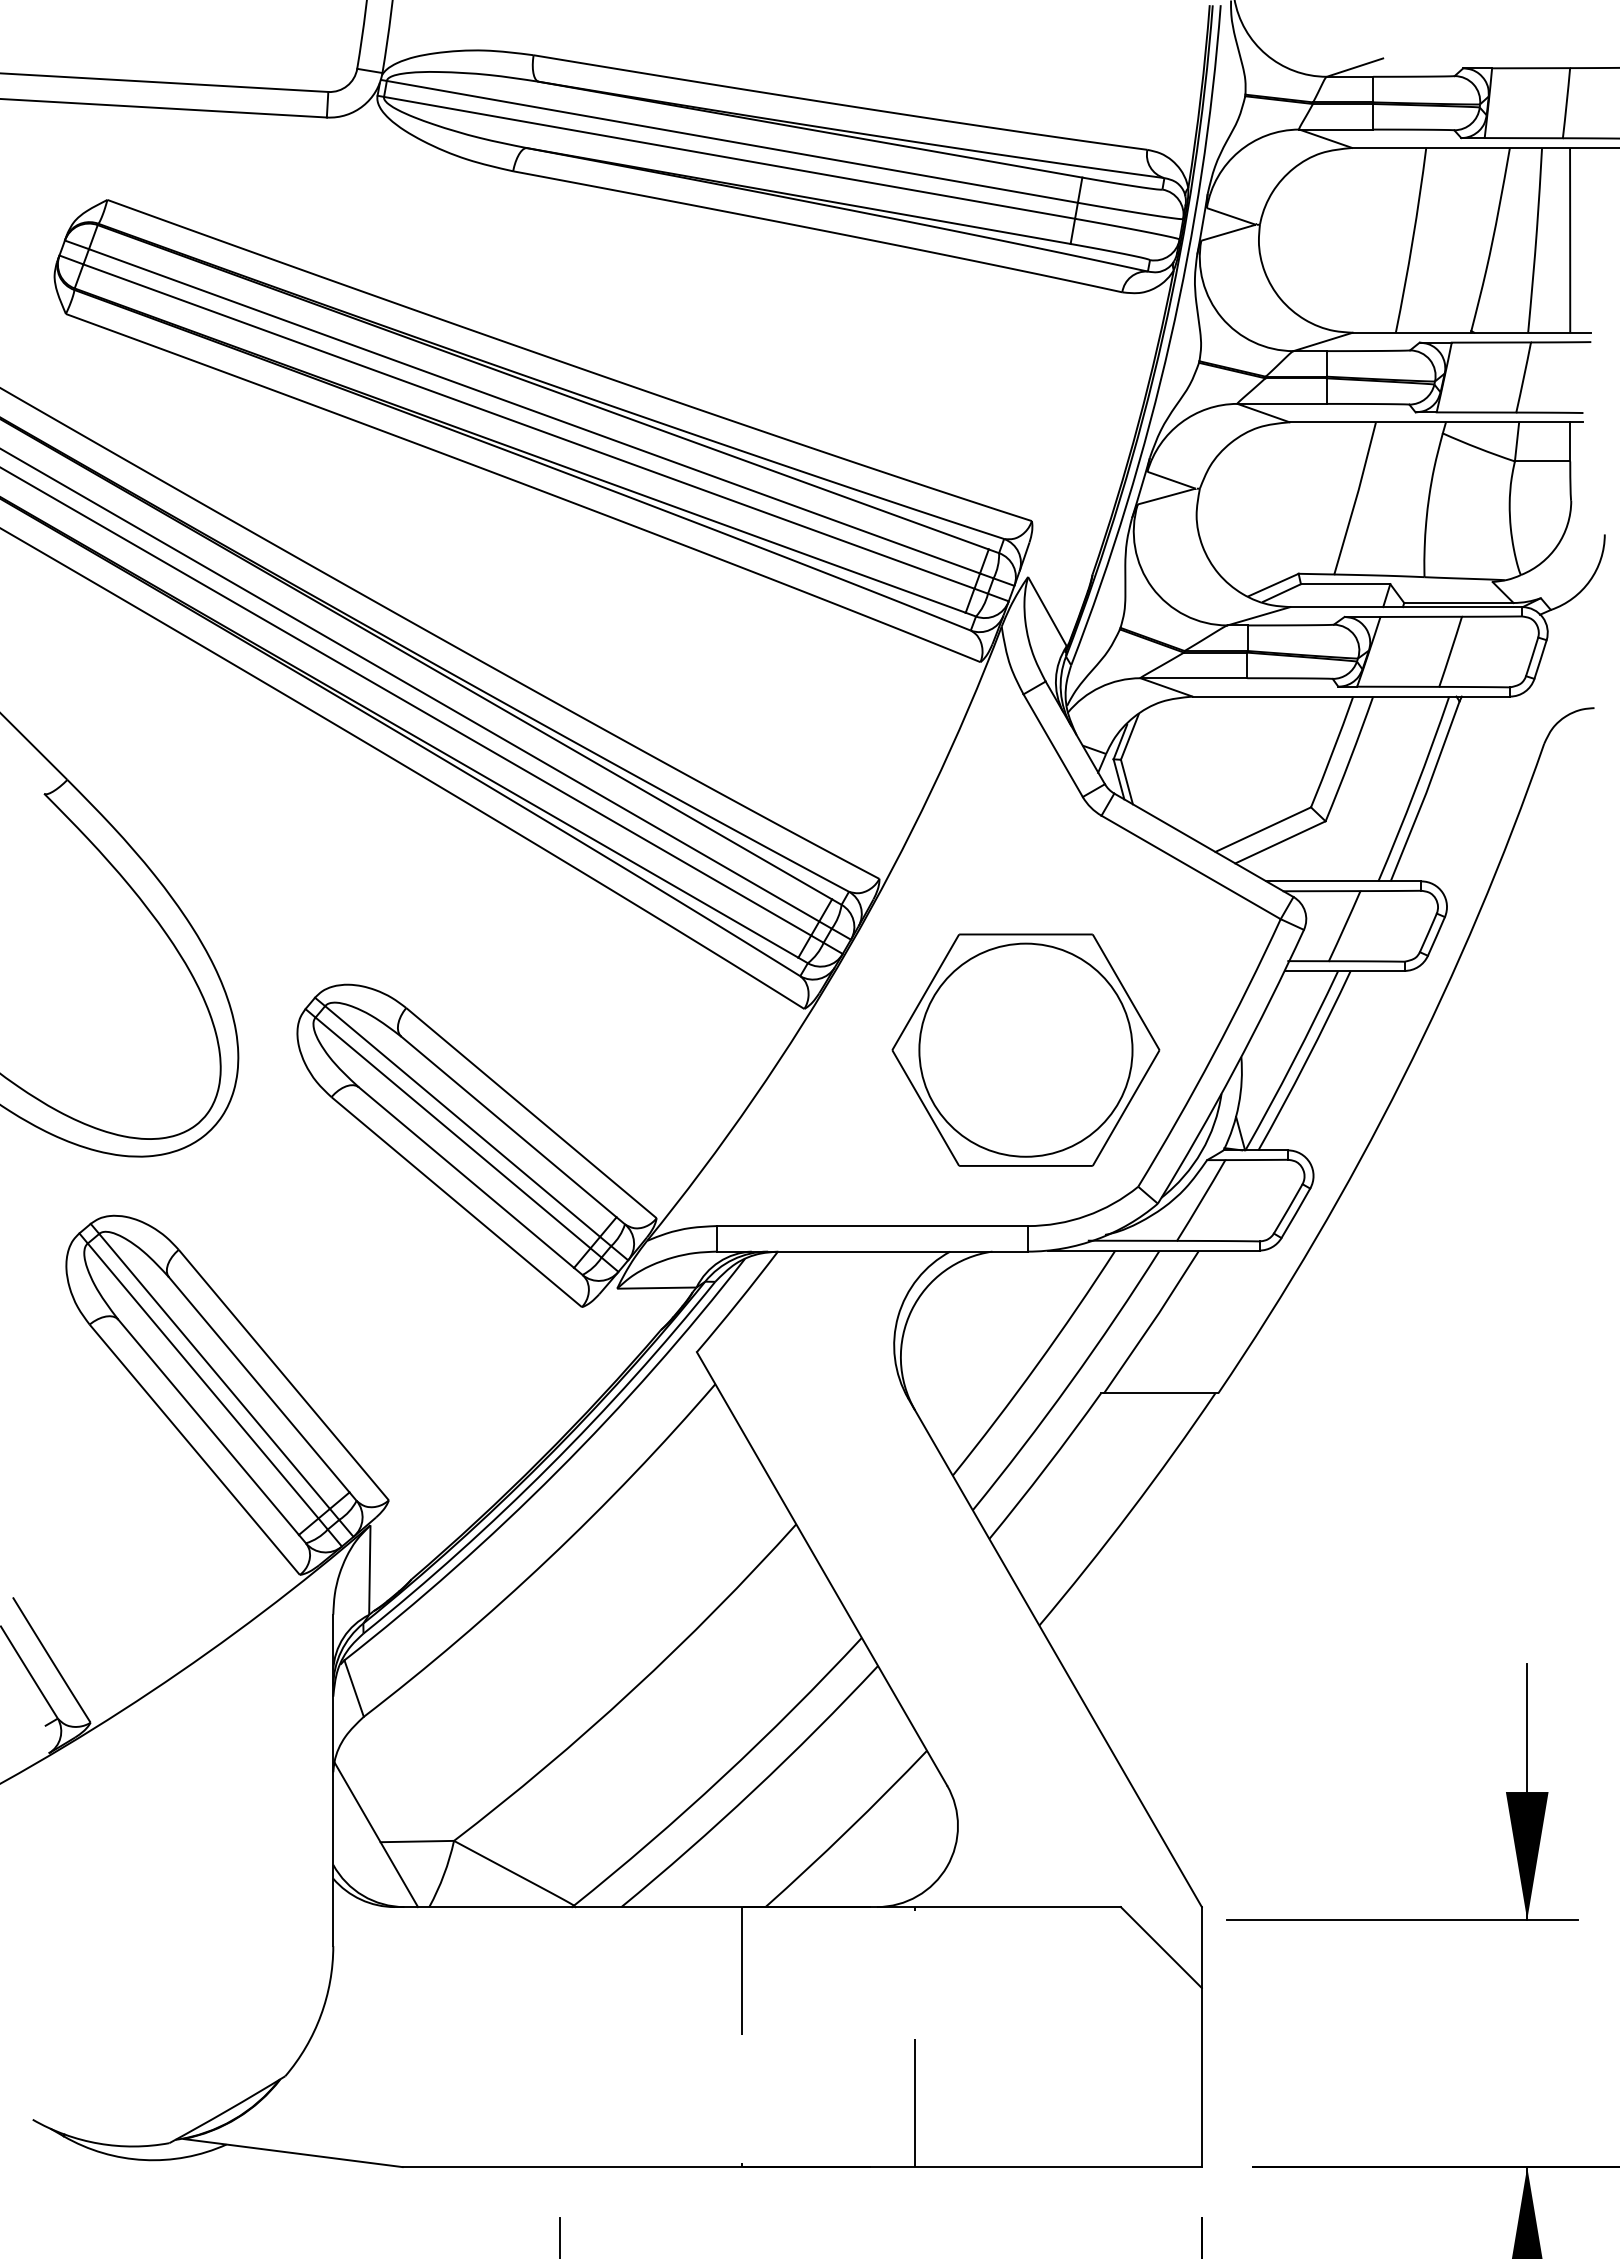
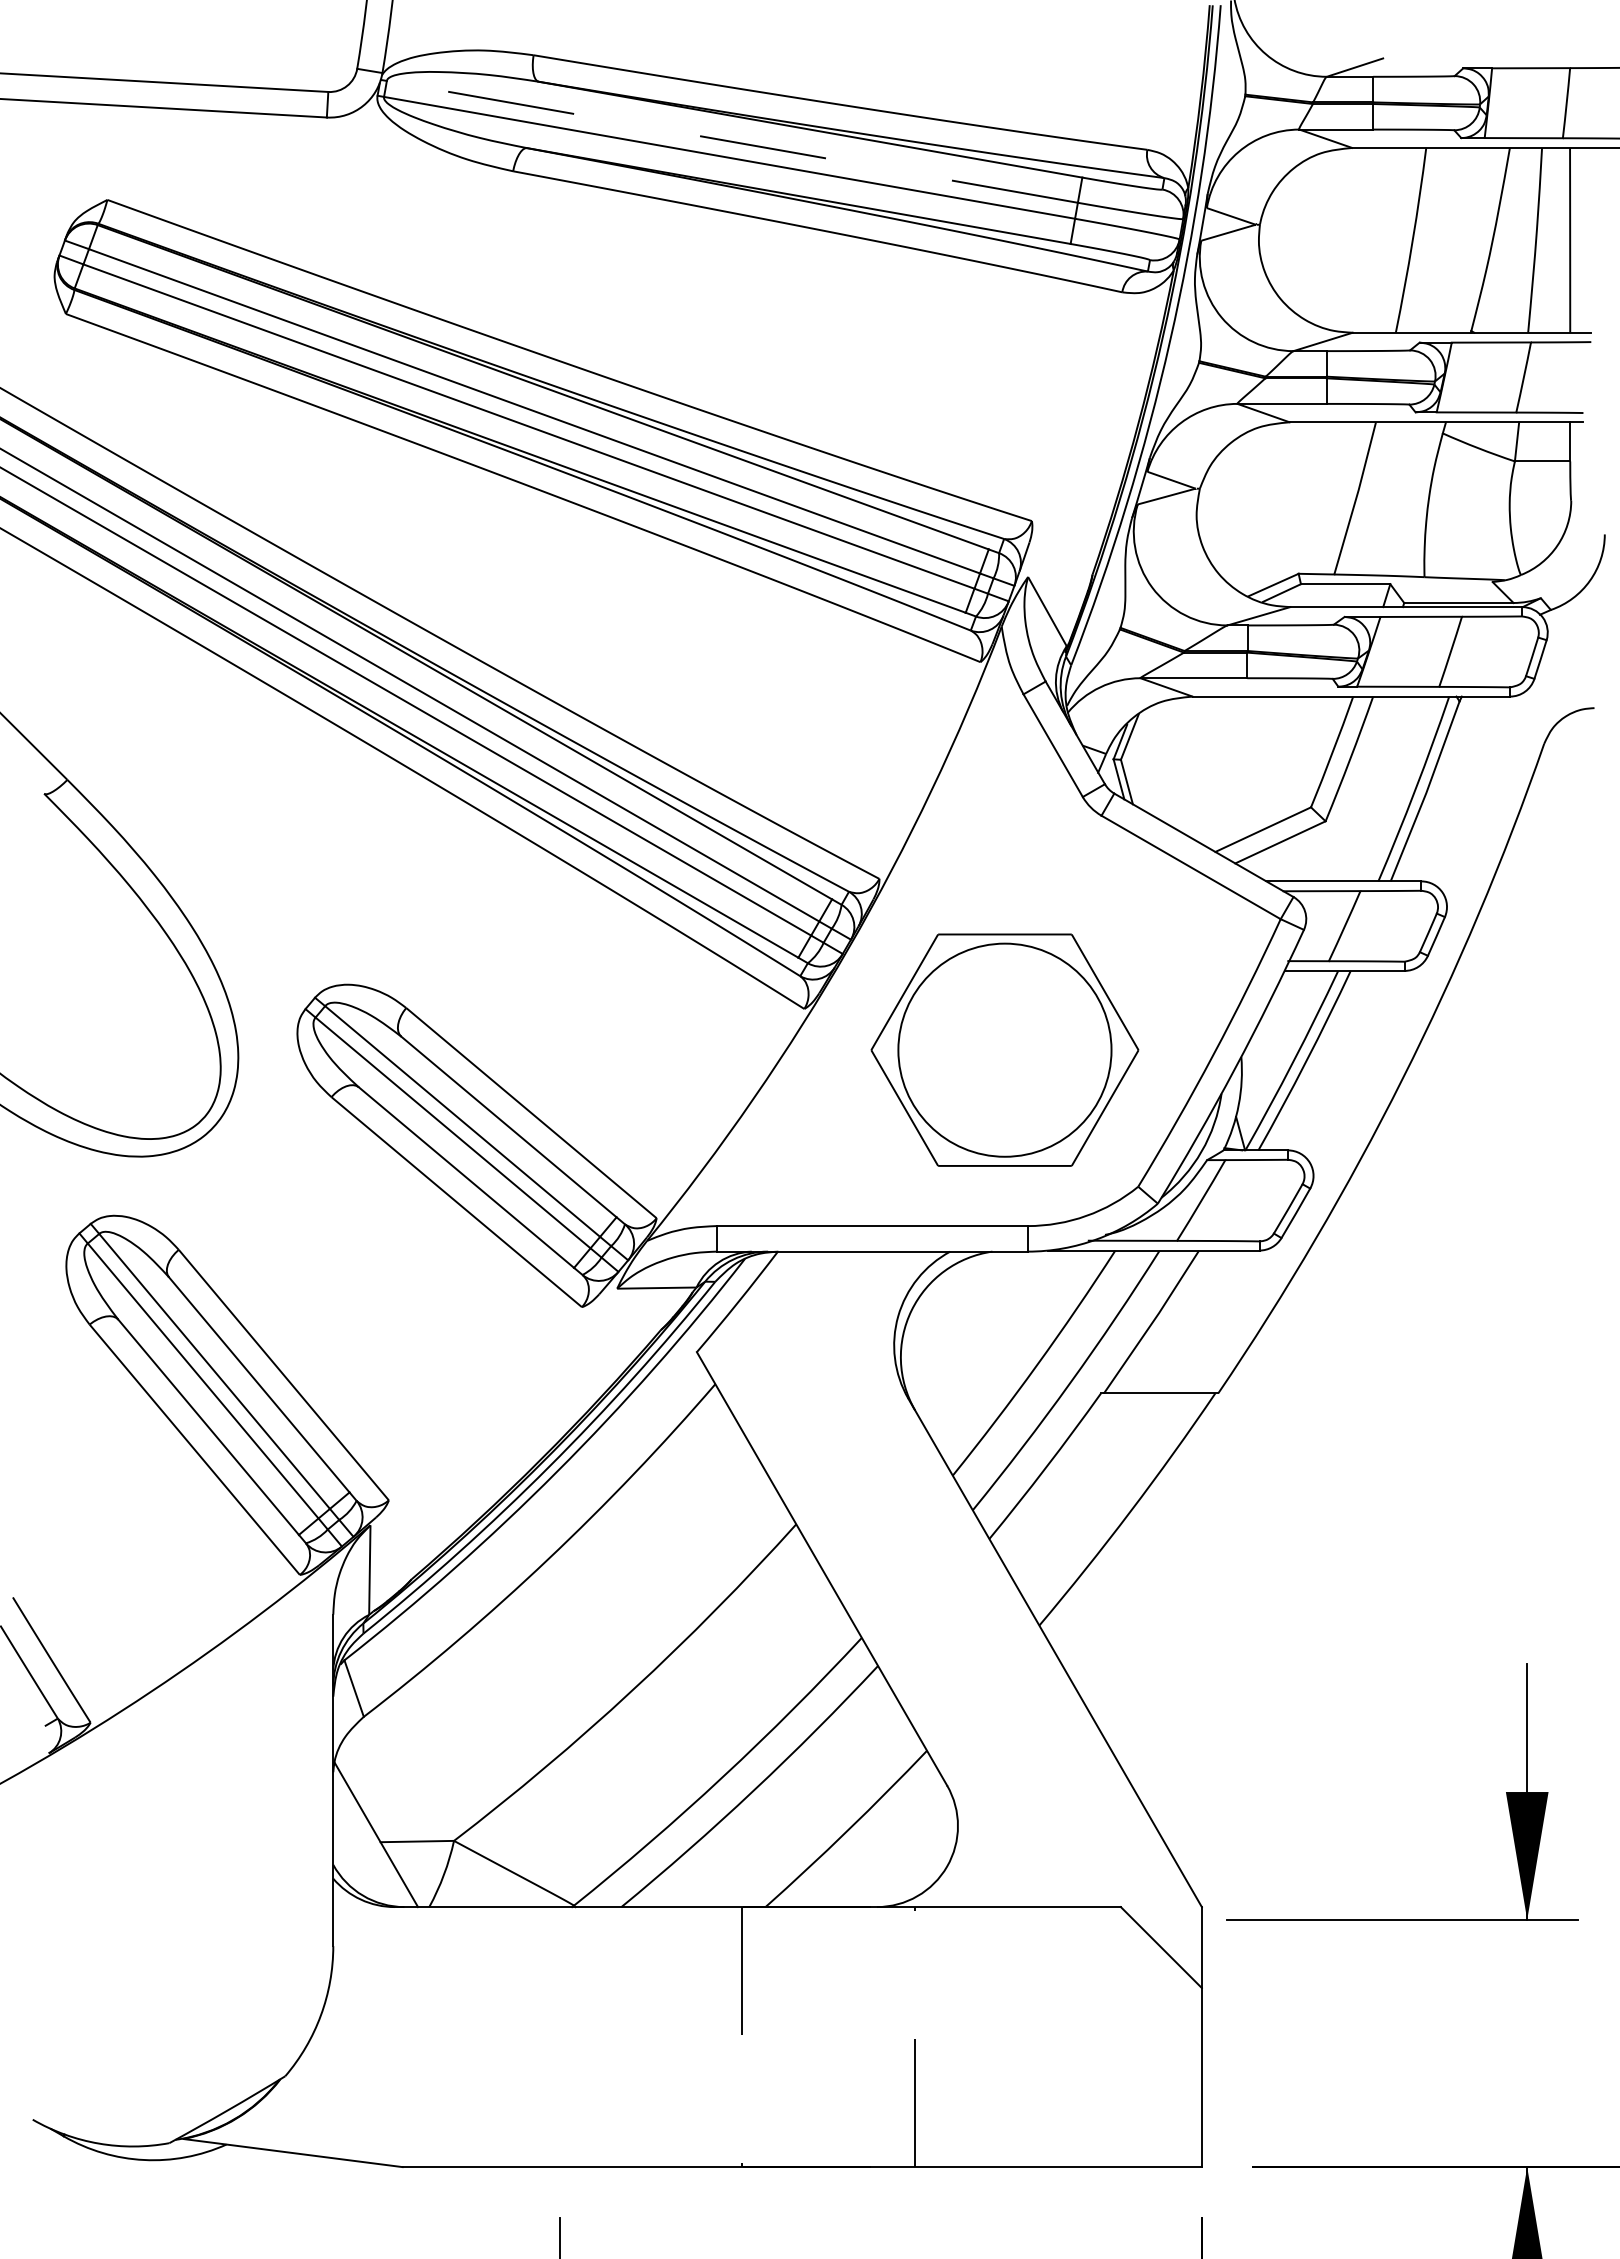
line at (732, 141): solid -> dashed
part at (1025, 1049) position: (1025, 1049) -> (1004, 1049)
